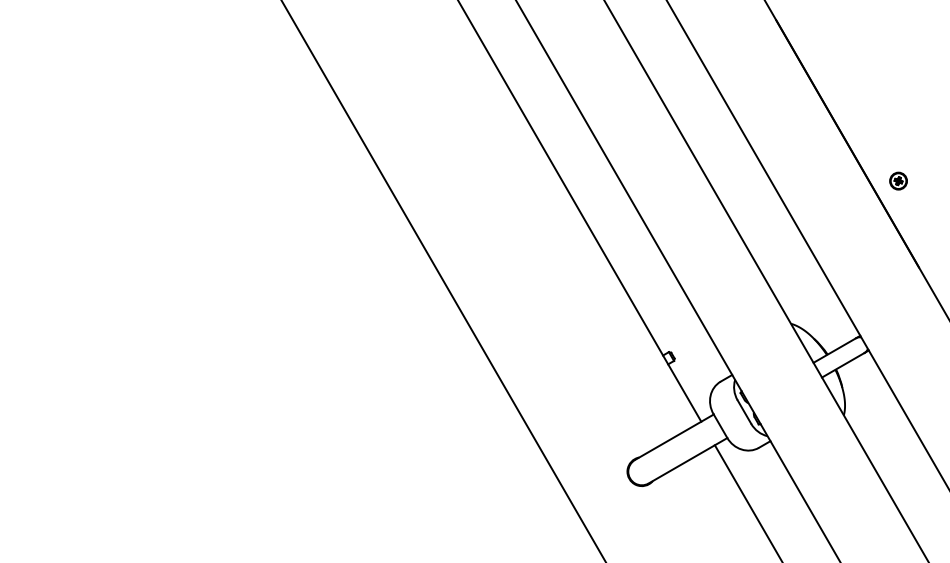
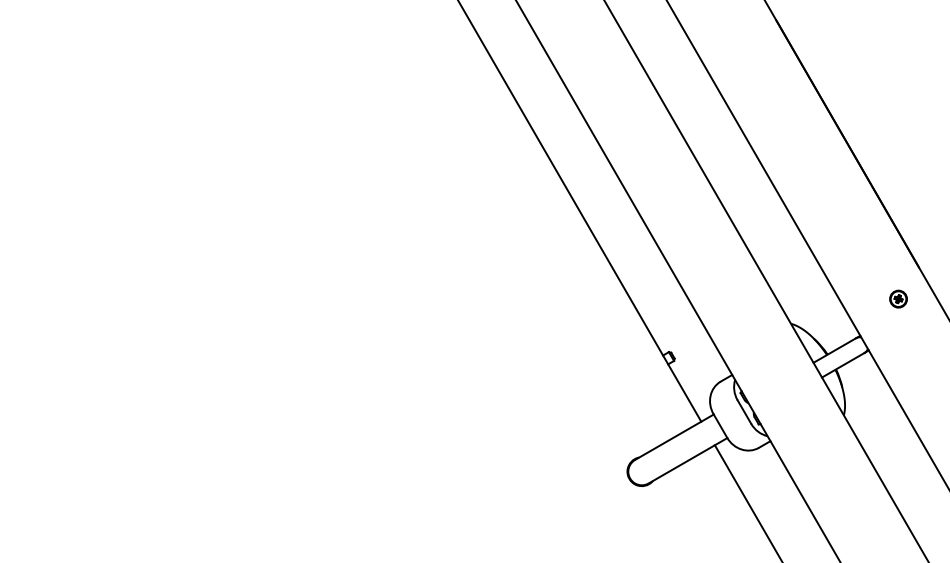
part at (898, 180) position: (898, 180) -> (898, 298)
line at (443, 280): present -> none
